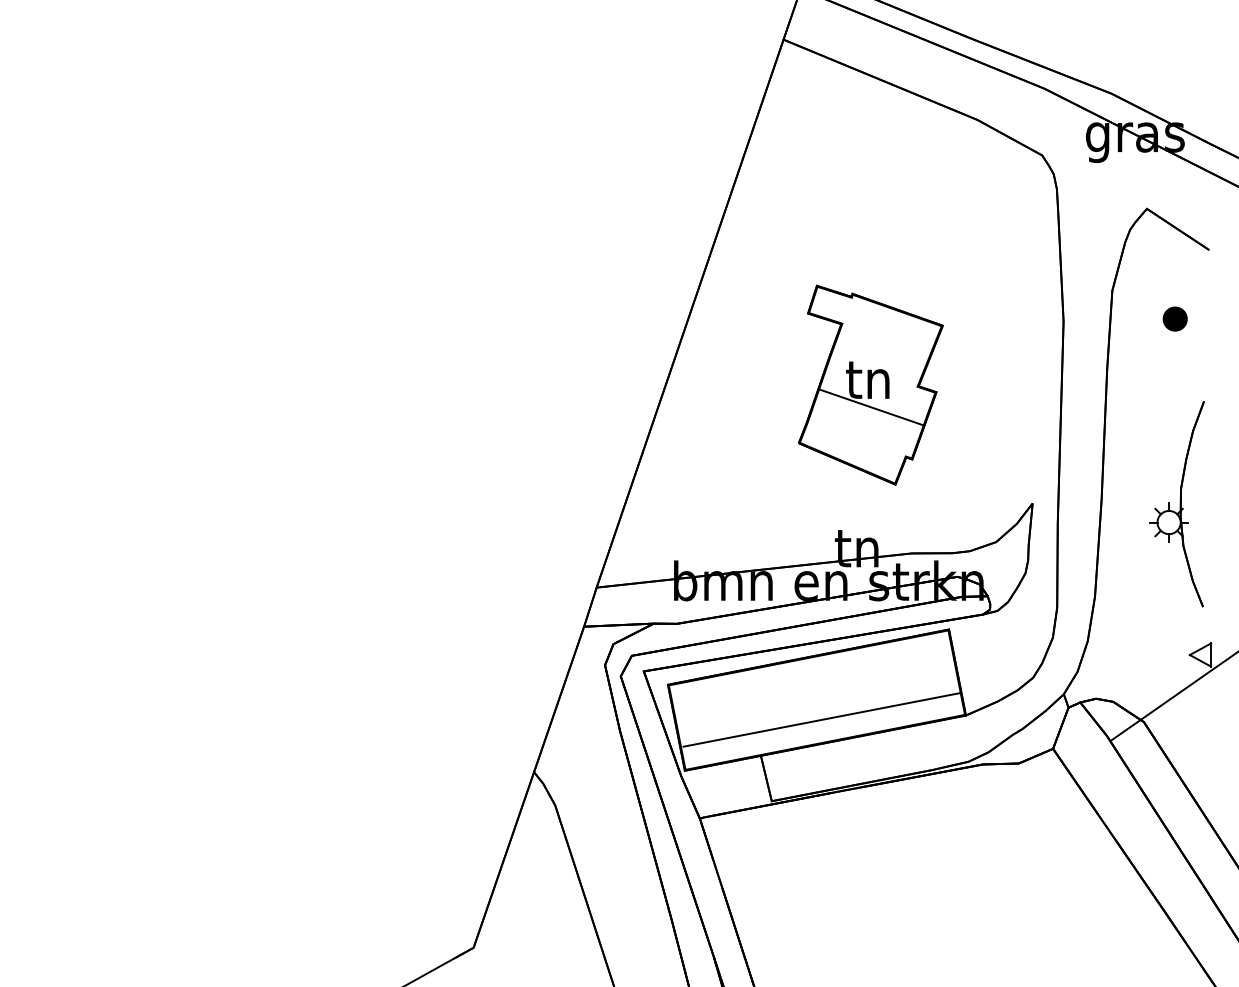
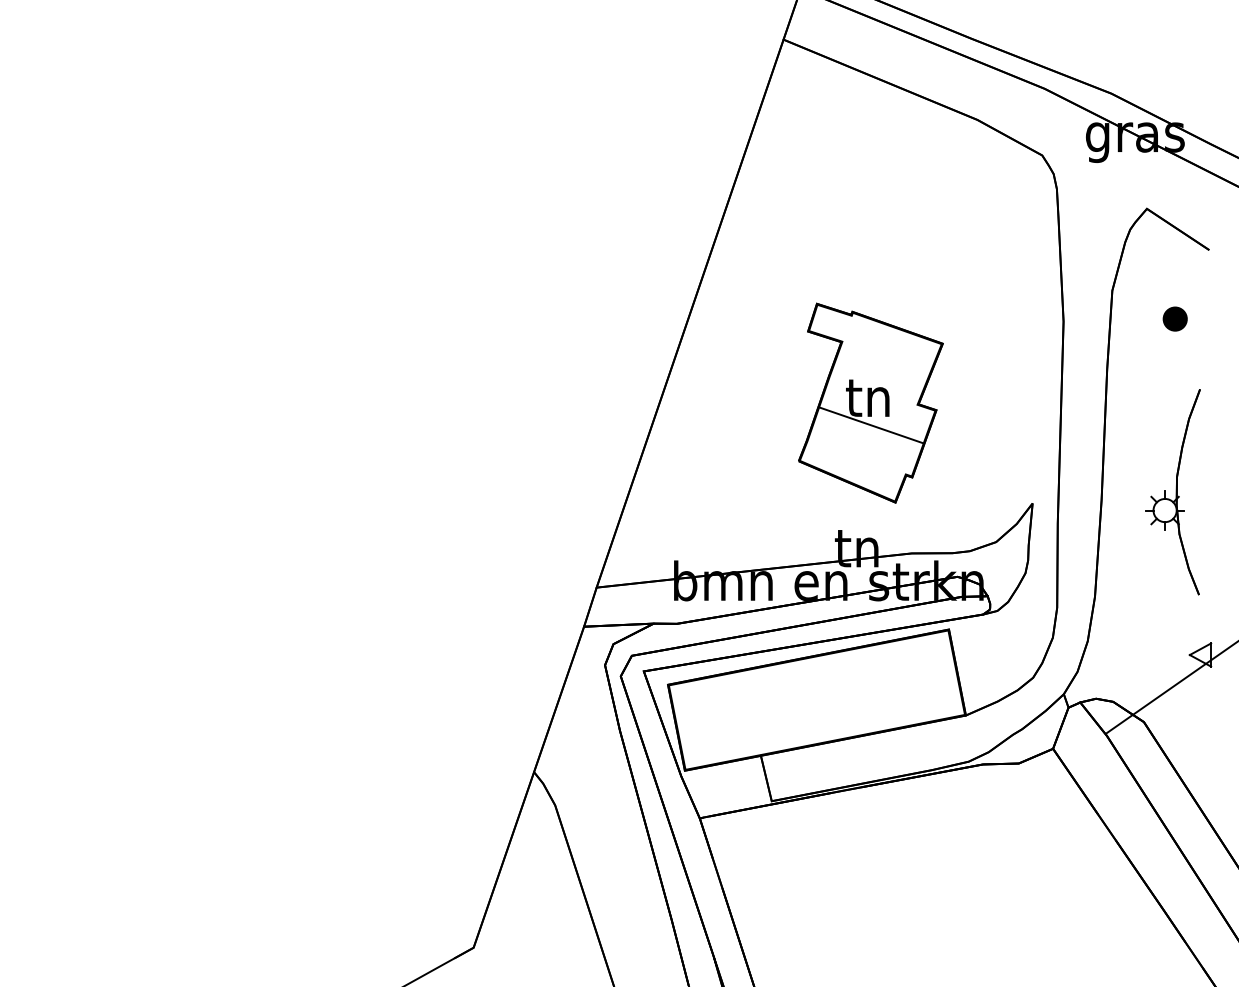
part at (870, 384) position: (870, 384) -> (870, 402)
part at (1176, 504) position: (1176, 504) -> (1172, 492)
line at (1173, 696) position: (1173, 696) -> (1170, 688)
line at (821, 719): present -> none
